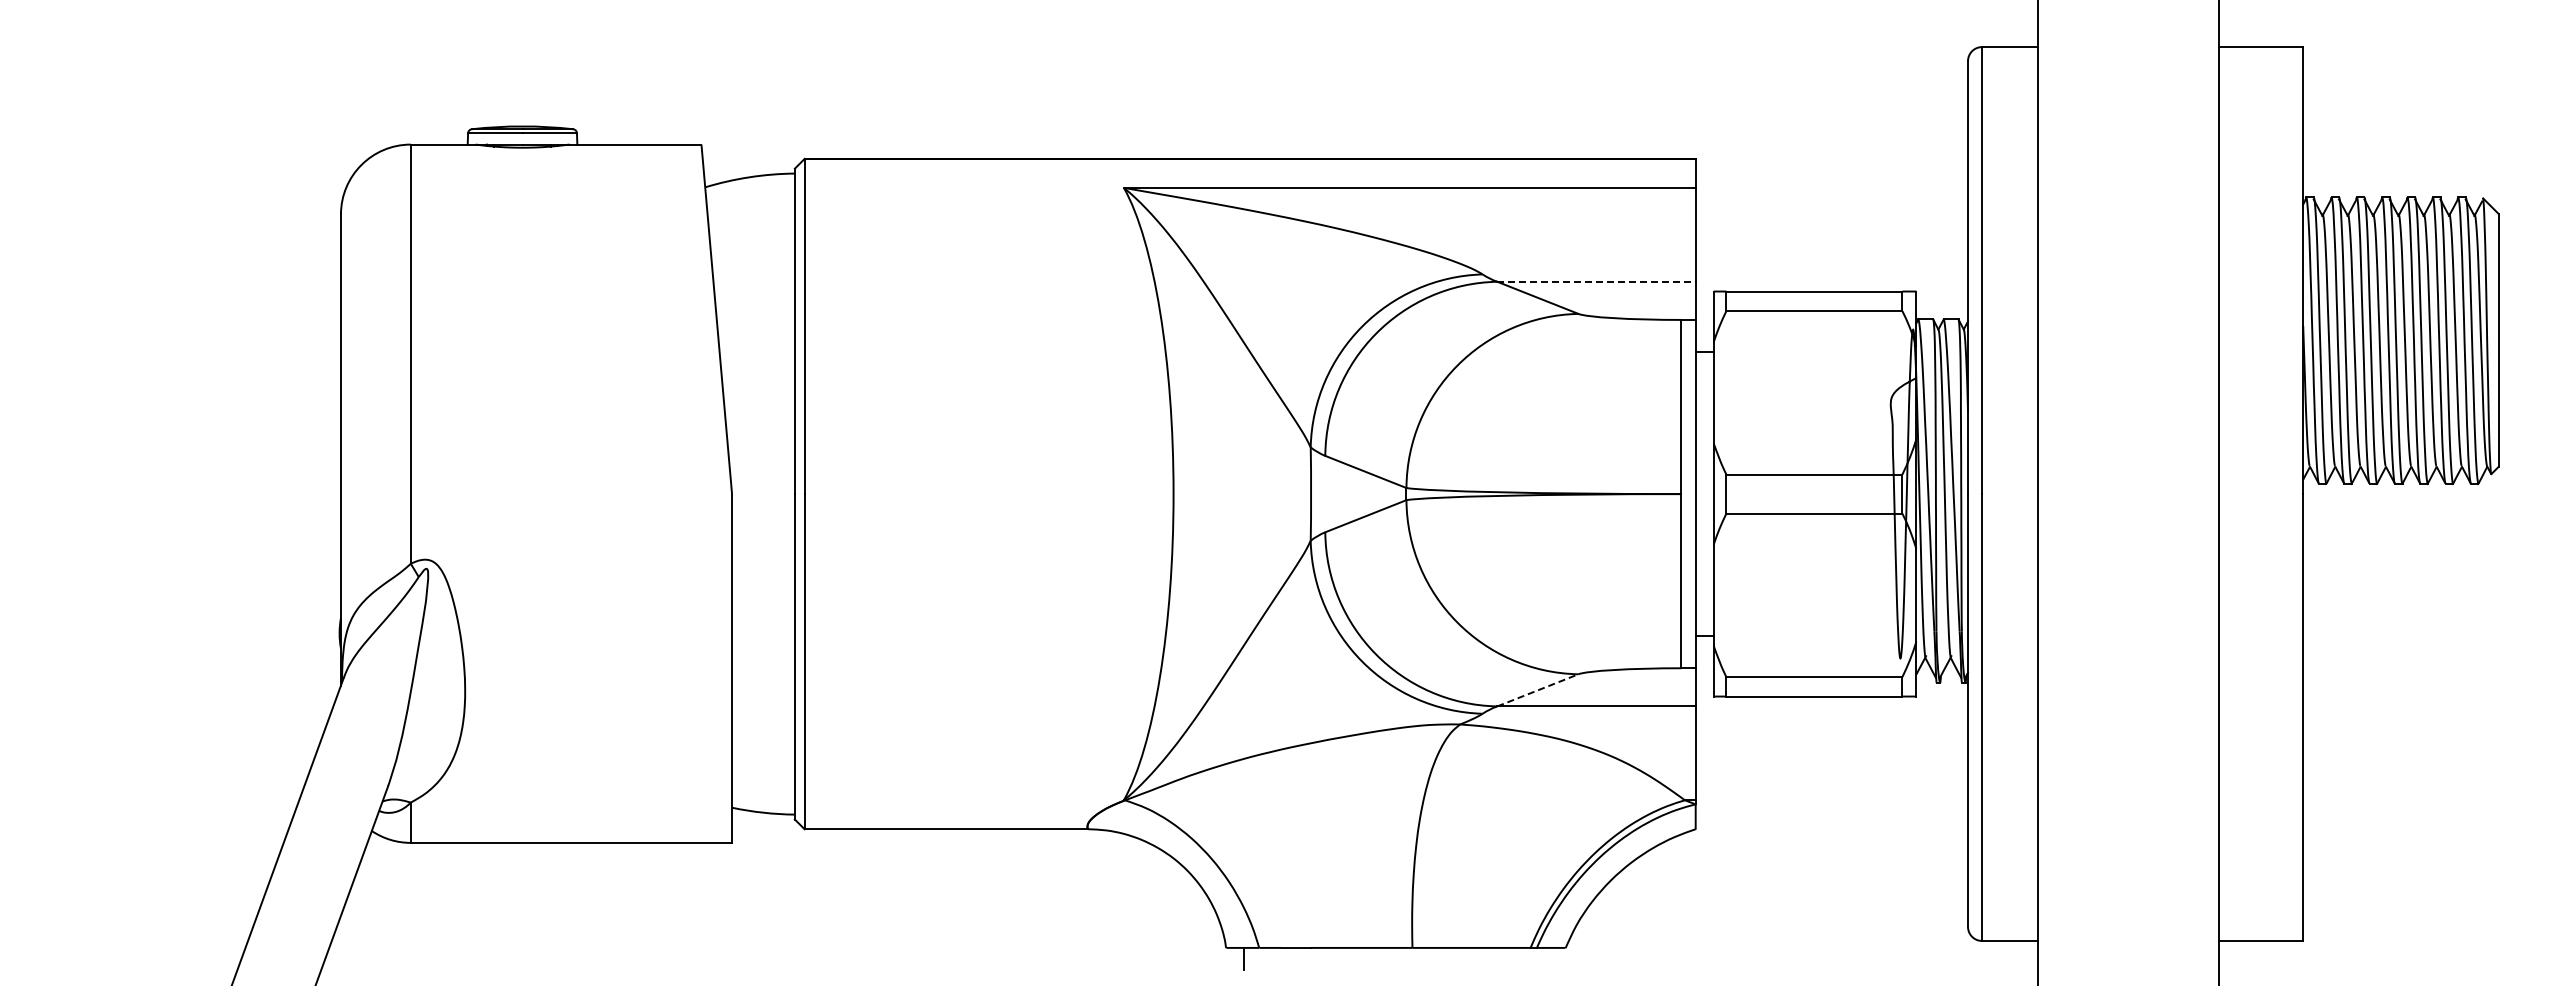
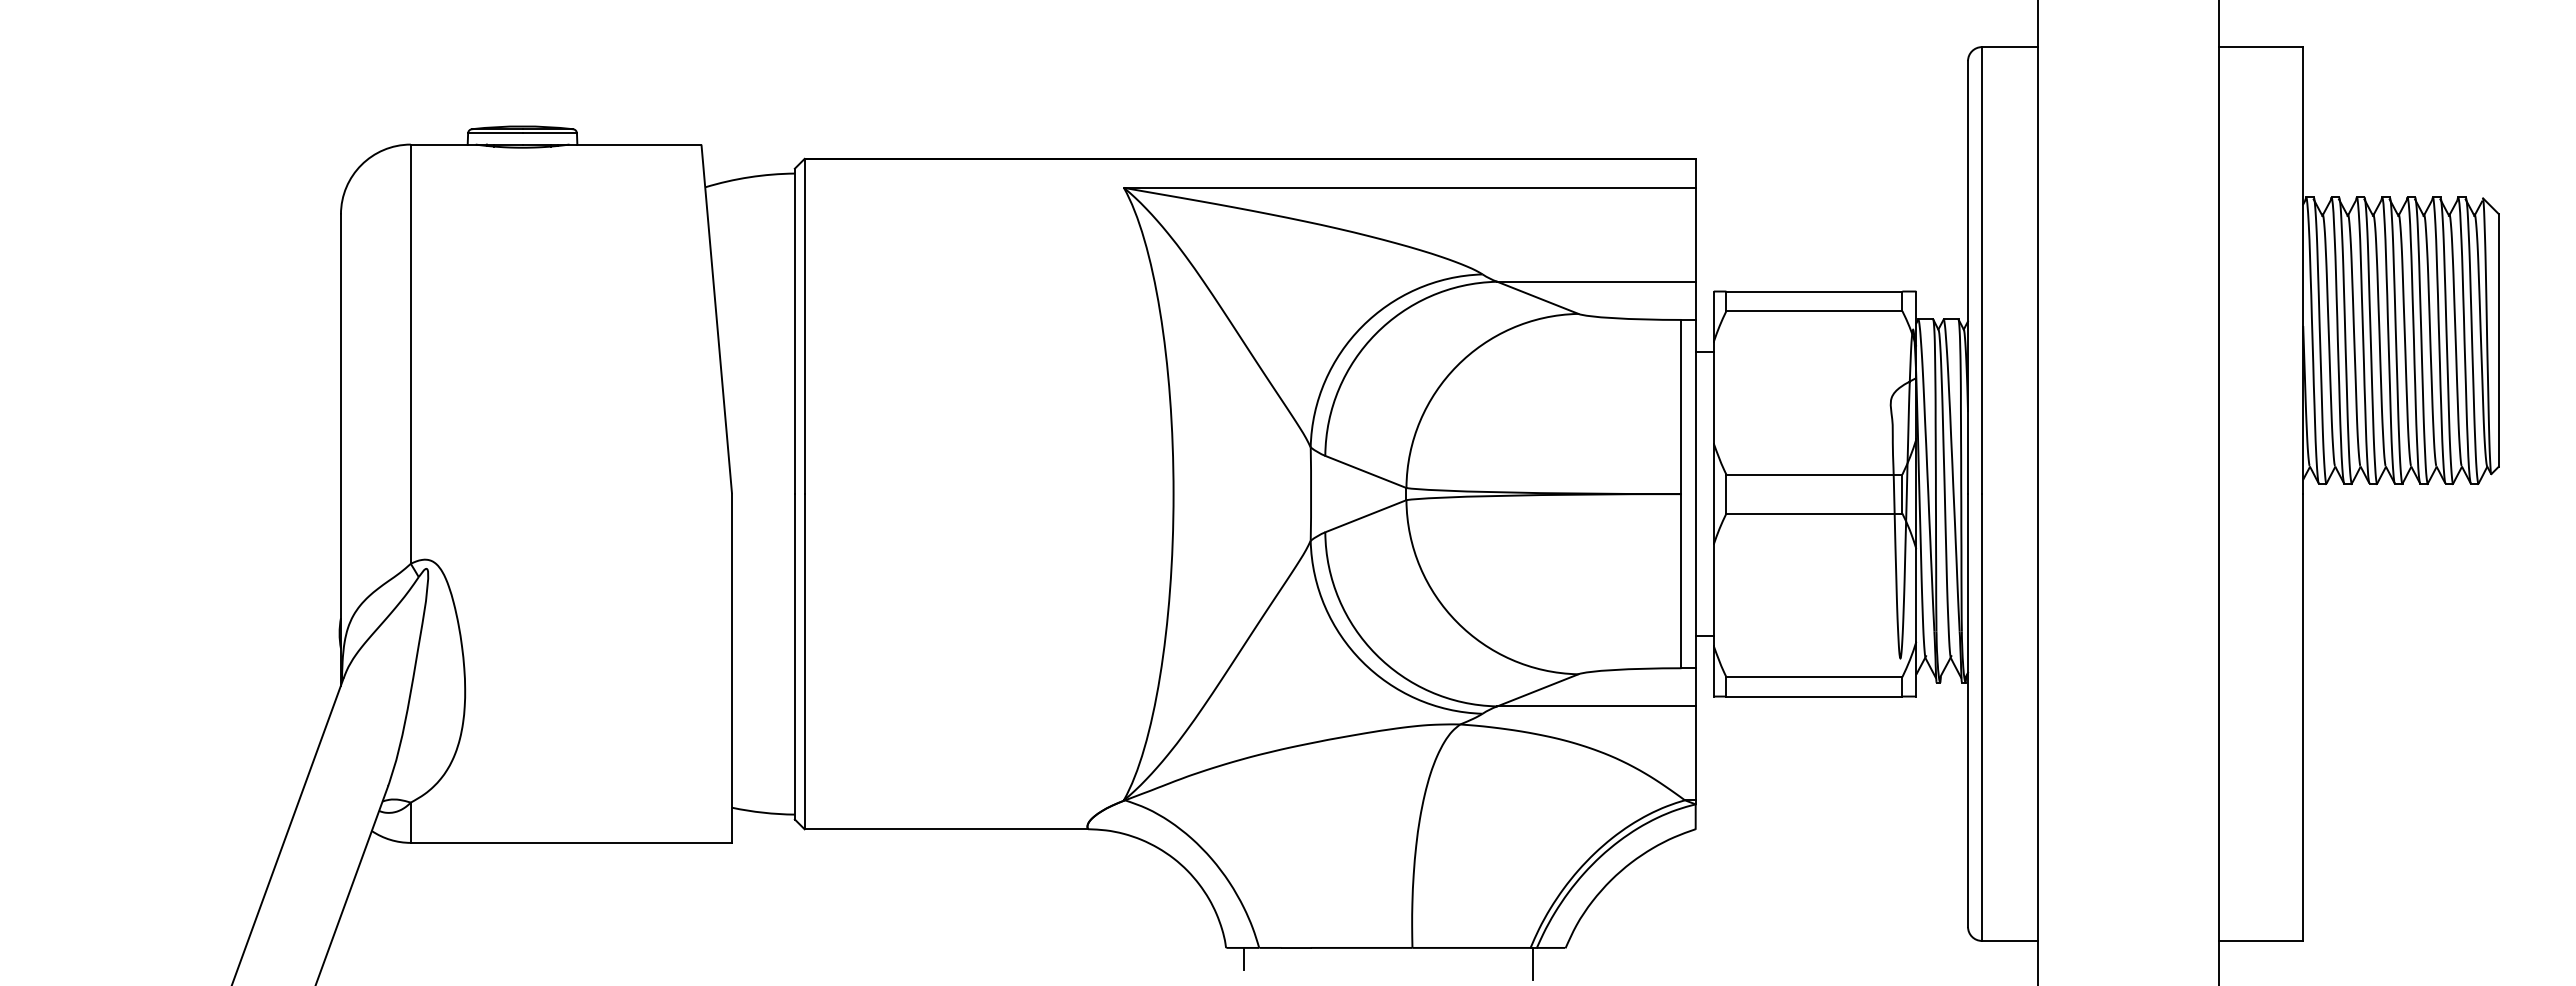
line at (1596, 281): dashed -> solid
line at (1537, 690): dashed -> solid
line at (1532, 963): none -> present
